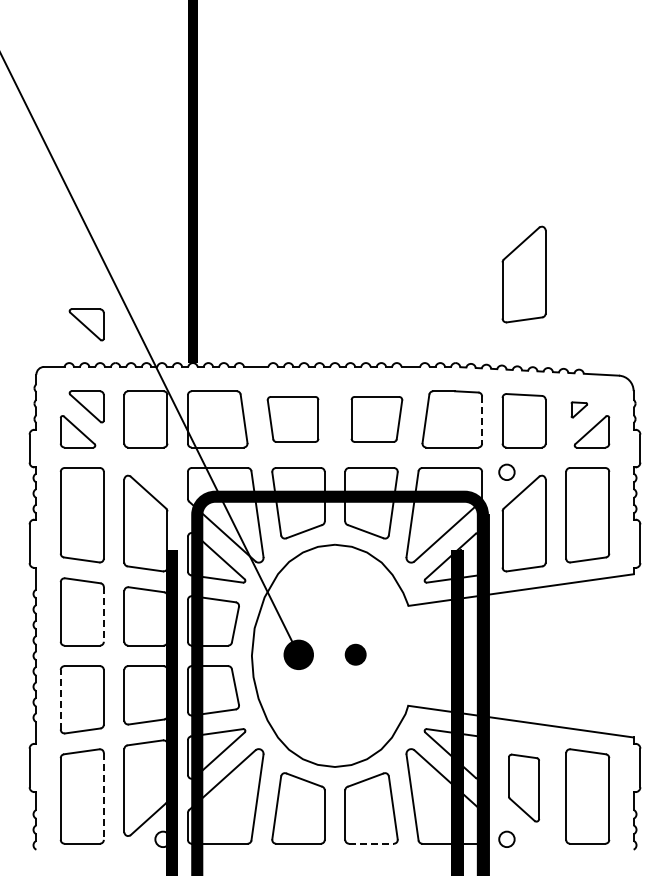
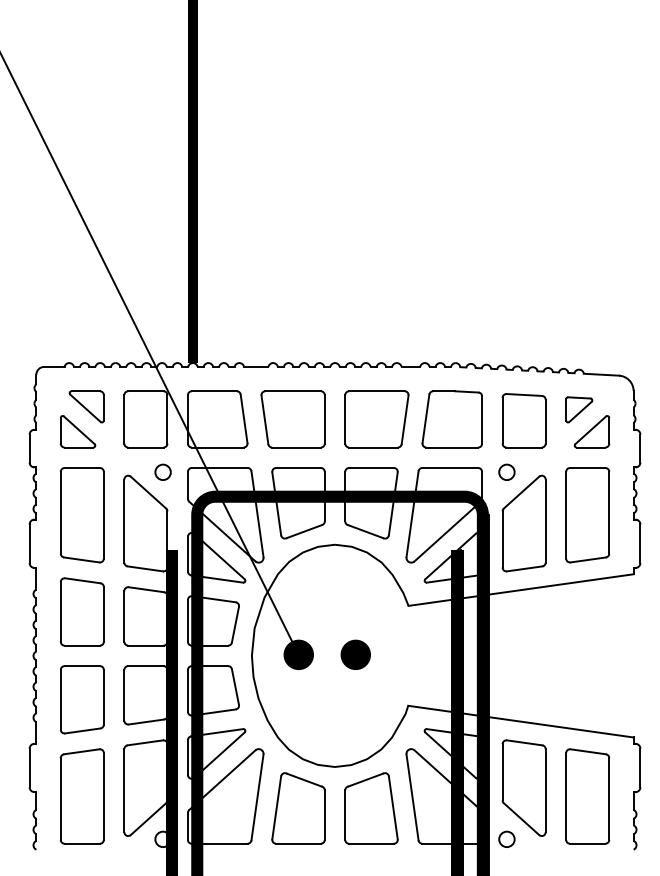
part at (523, 274): present -> none
part at (86, 324): present -> none
part at (579, 409) size: 19x18 px -> 29x28 px
part at (292, 419) size: 54x47 px -> 66x59 px
part at (376, 419) size: 54x47 px -> 66x59 px
line at (482, 420): dashed -> solid
circle at (162, 471): none -> present
line at (103, 614): dashed -> solid
part at (355, 654) size: 23x23 px -> 31x31 px
line at (60, 699): dashed -> solid
part at (523, 787) size: 32x70 px -> 46x98 px
line at (103, 797): dashed -> solid
line at (372, 843): dashed -> solid
